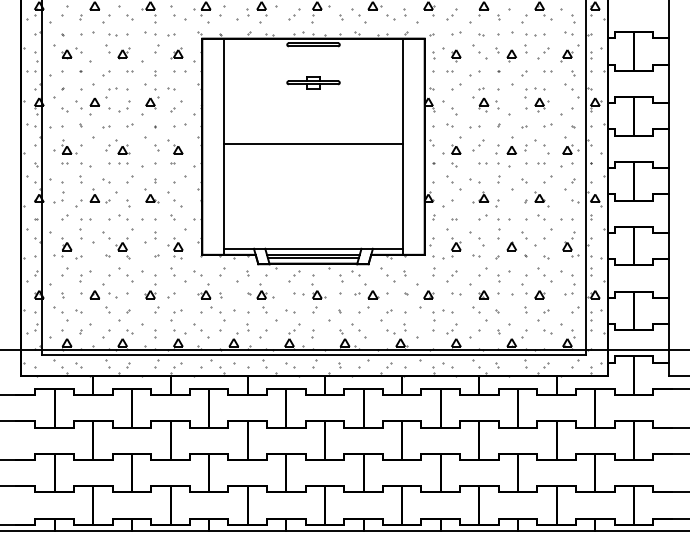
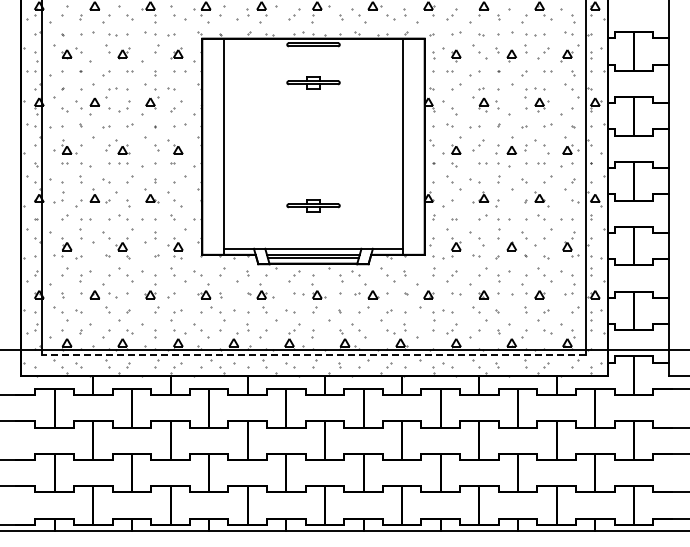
line at (313, 143): present -> none
part at (313, 205): none -> present
line at (313, 355): solid -> dashed
